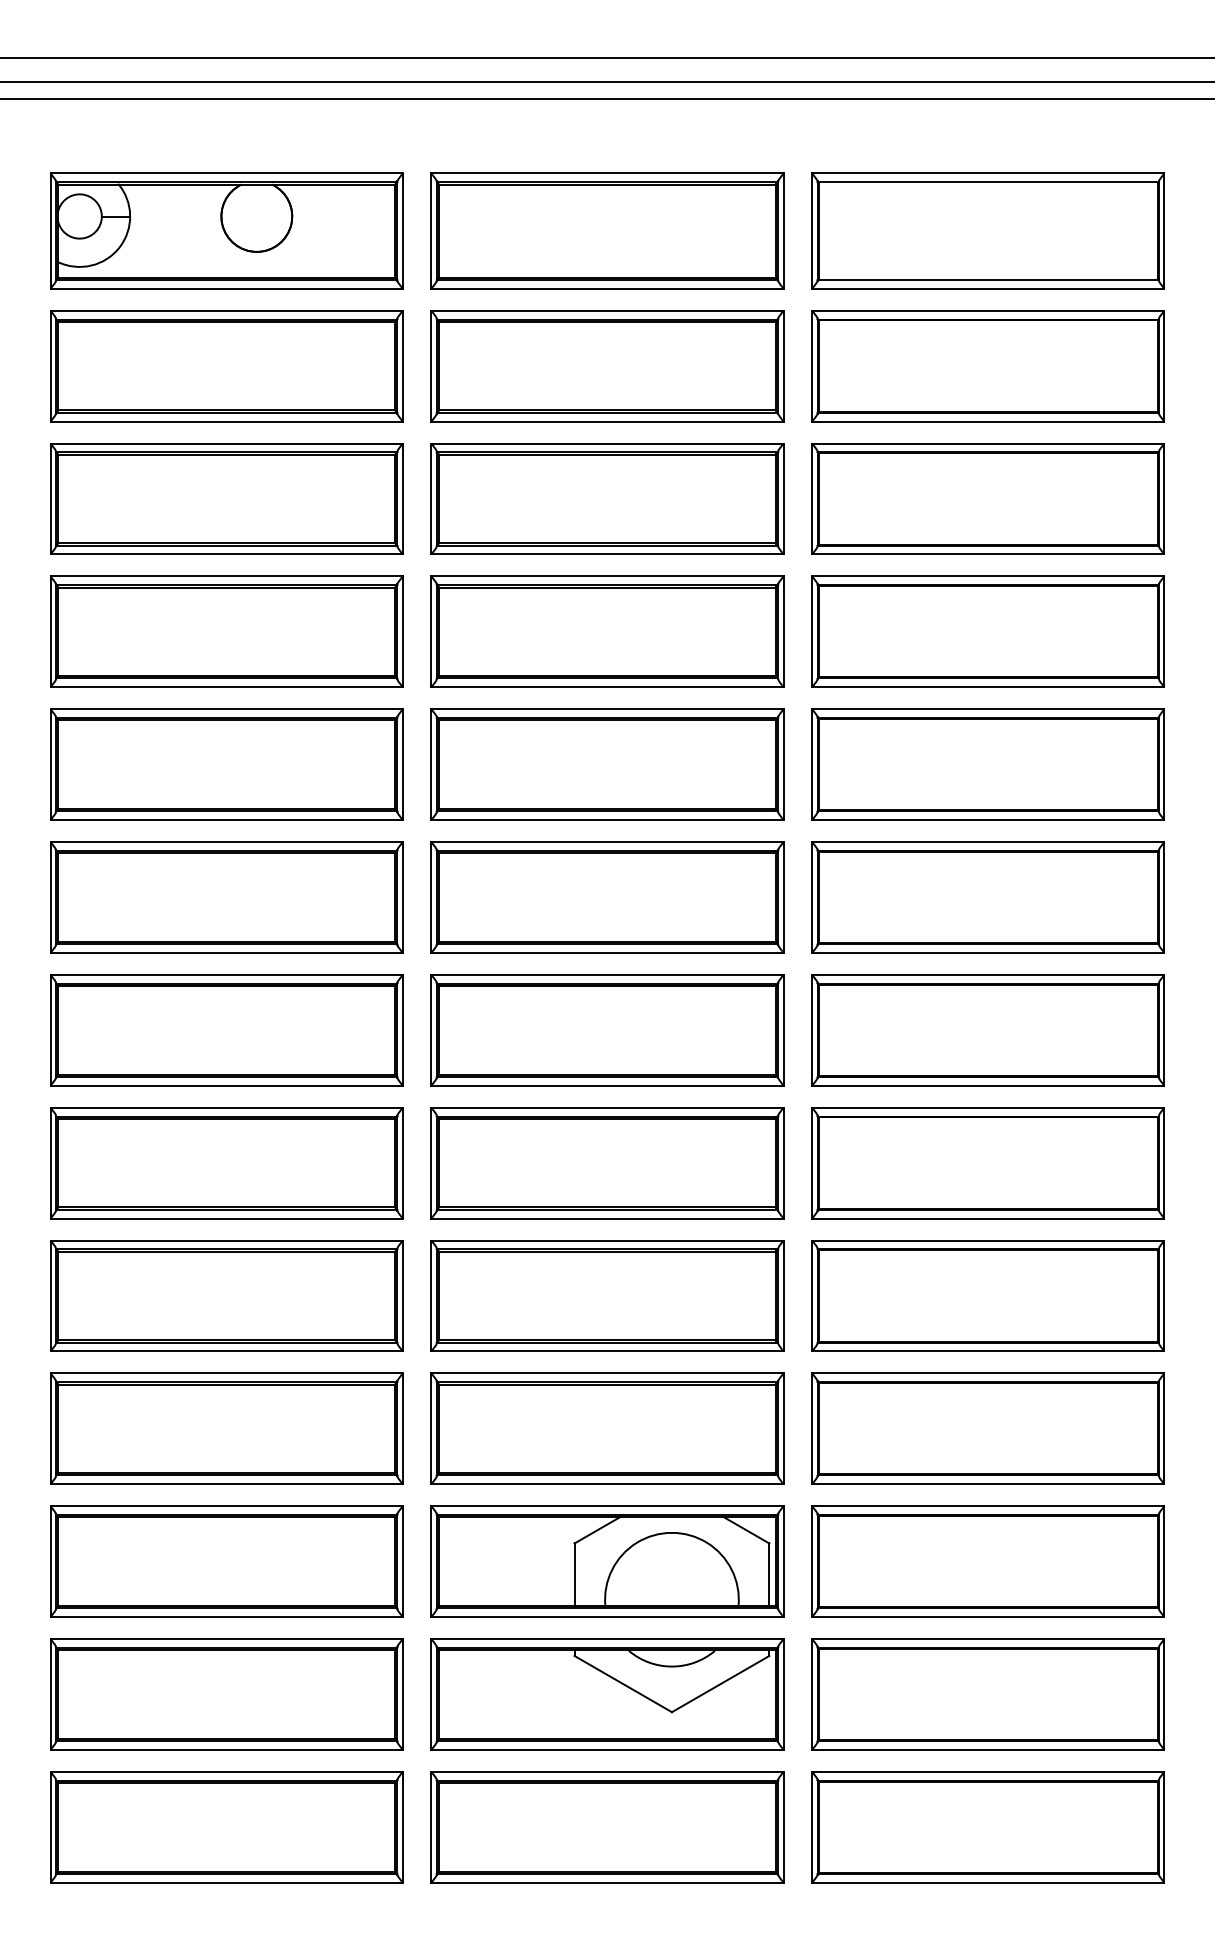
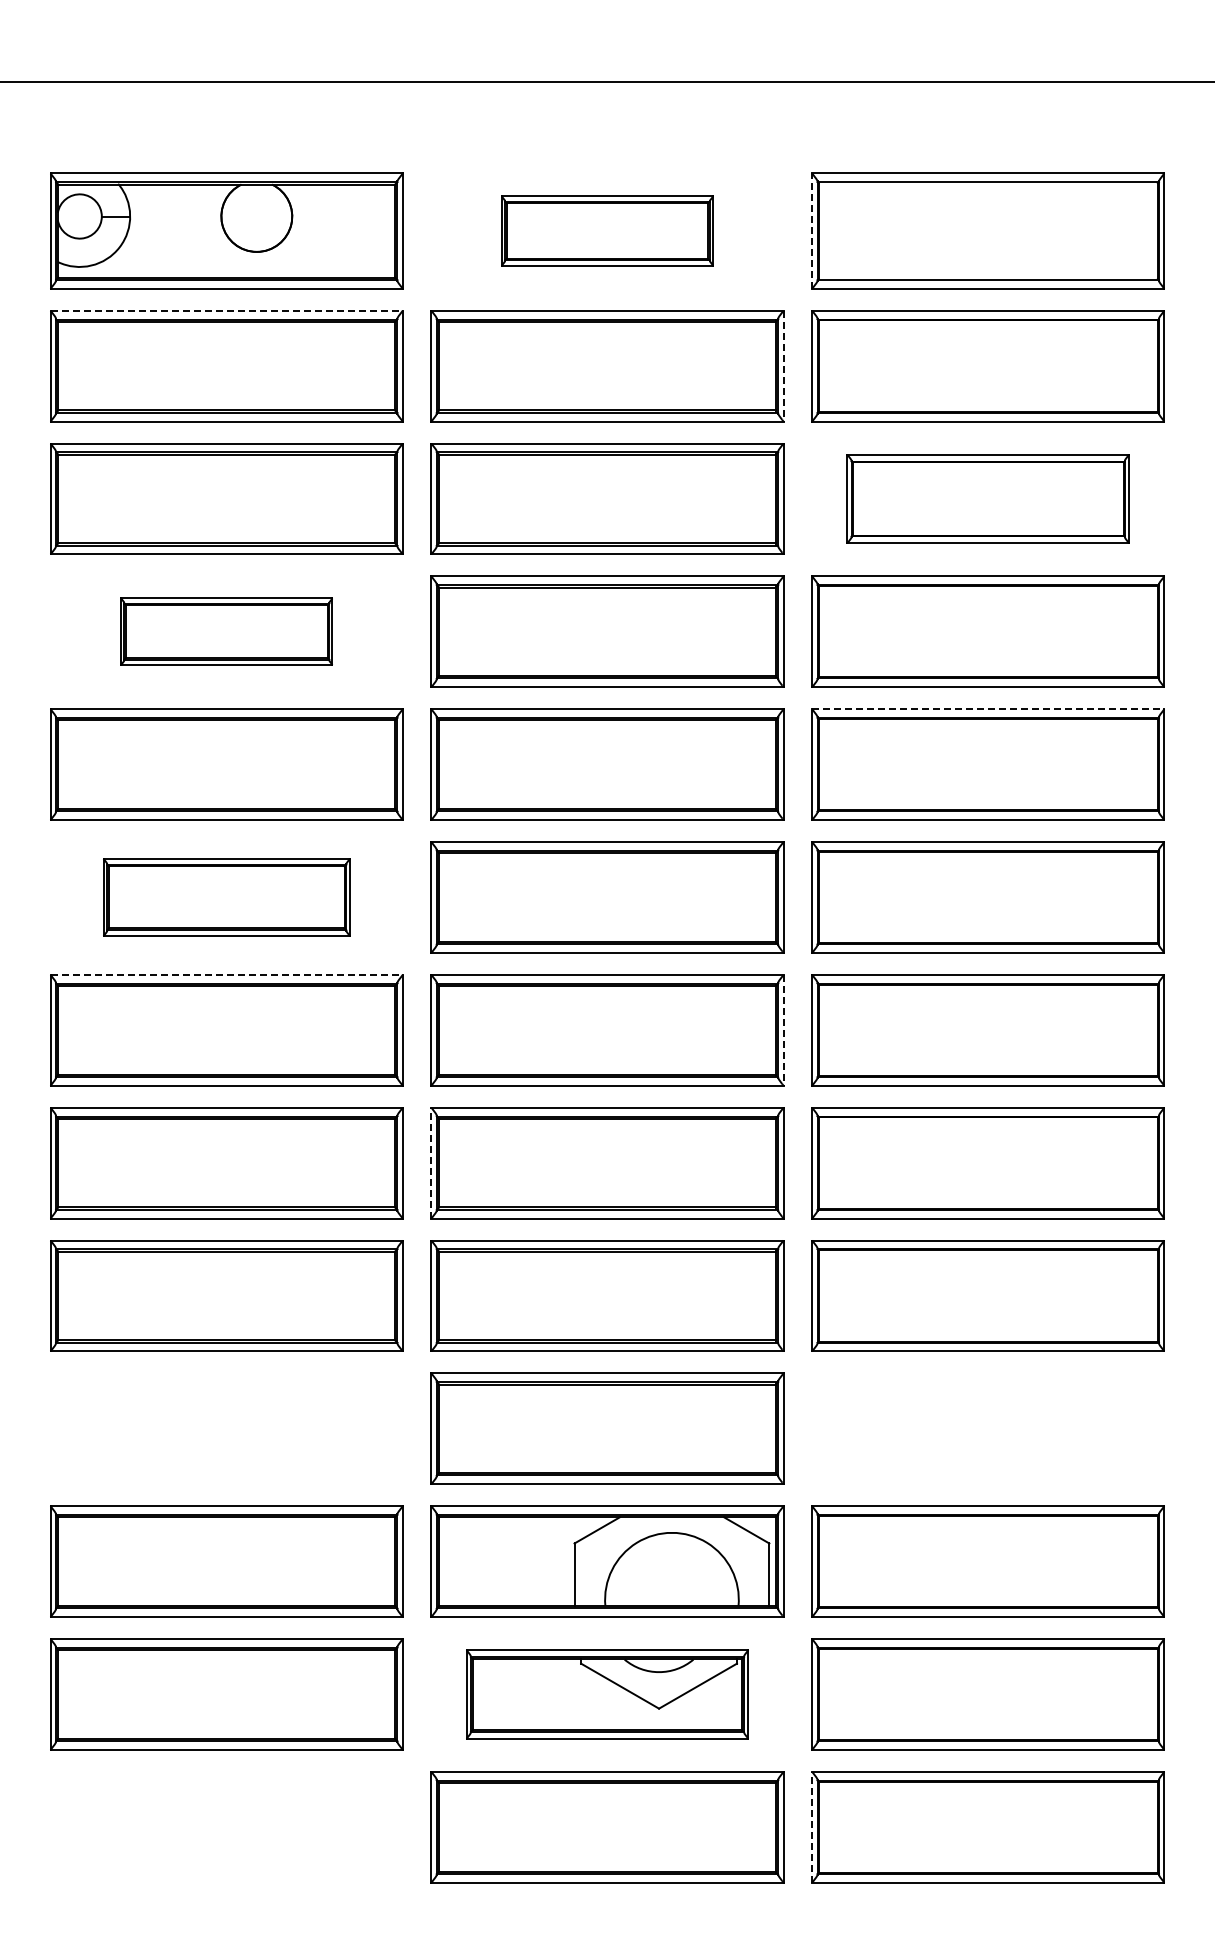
line at (606, 58): present -> none
line at (606, 98): present -> none
part at (607, 230) size: 355x118 px -> 213x72 px
line at (812, 231): solid -> dashed
line at (227, 310): solid -> dashed
line at (783, 366): solid -> dashed
part at (987, 498) size: 354x112 px -> 284x90 px
part at (226, 631) size: 354x113 px -> 213x69 px
line at (988, 709): solid -> dashed
part at (226, 897) size: 354x113 px -> 248x79 px
line at (227, 974): solid -> dashed
line at (783, 1030): solid -> dashed
line at (431, 1162): solid -> dashed
part at (226, 1428): present -> none
part at (987, 1428): present -> none
part at (607, 1694) size: 355x113 px -> 283x91 px
line at (812, 1826): solid -> dashed
part at (226, 1827): present -> none
